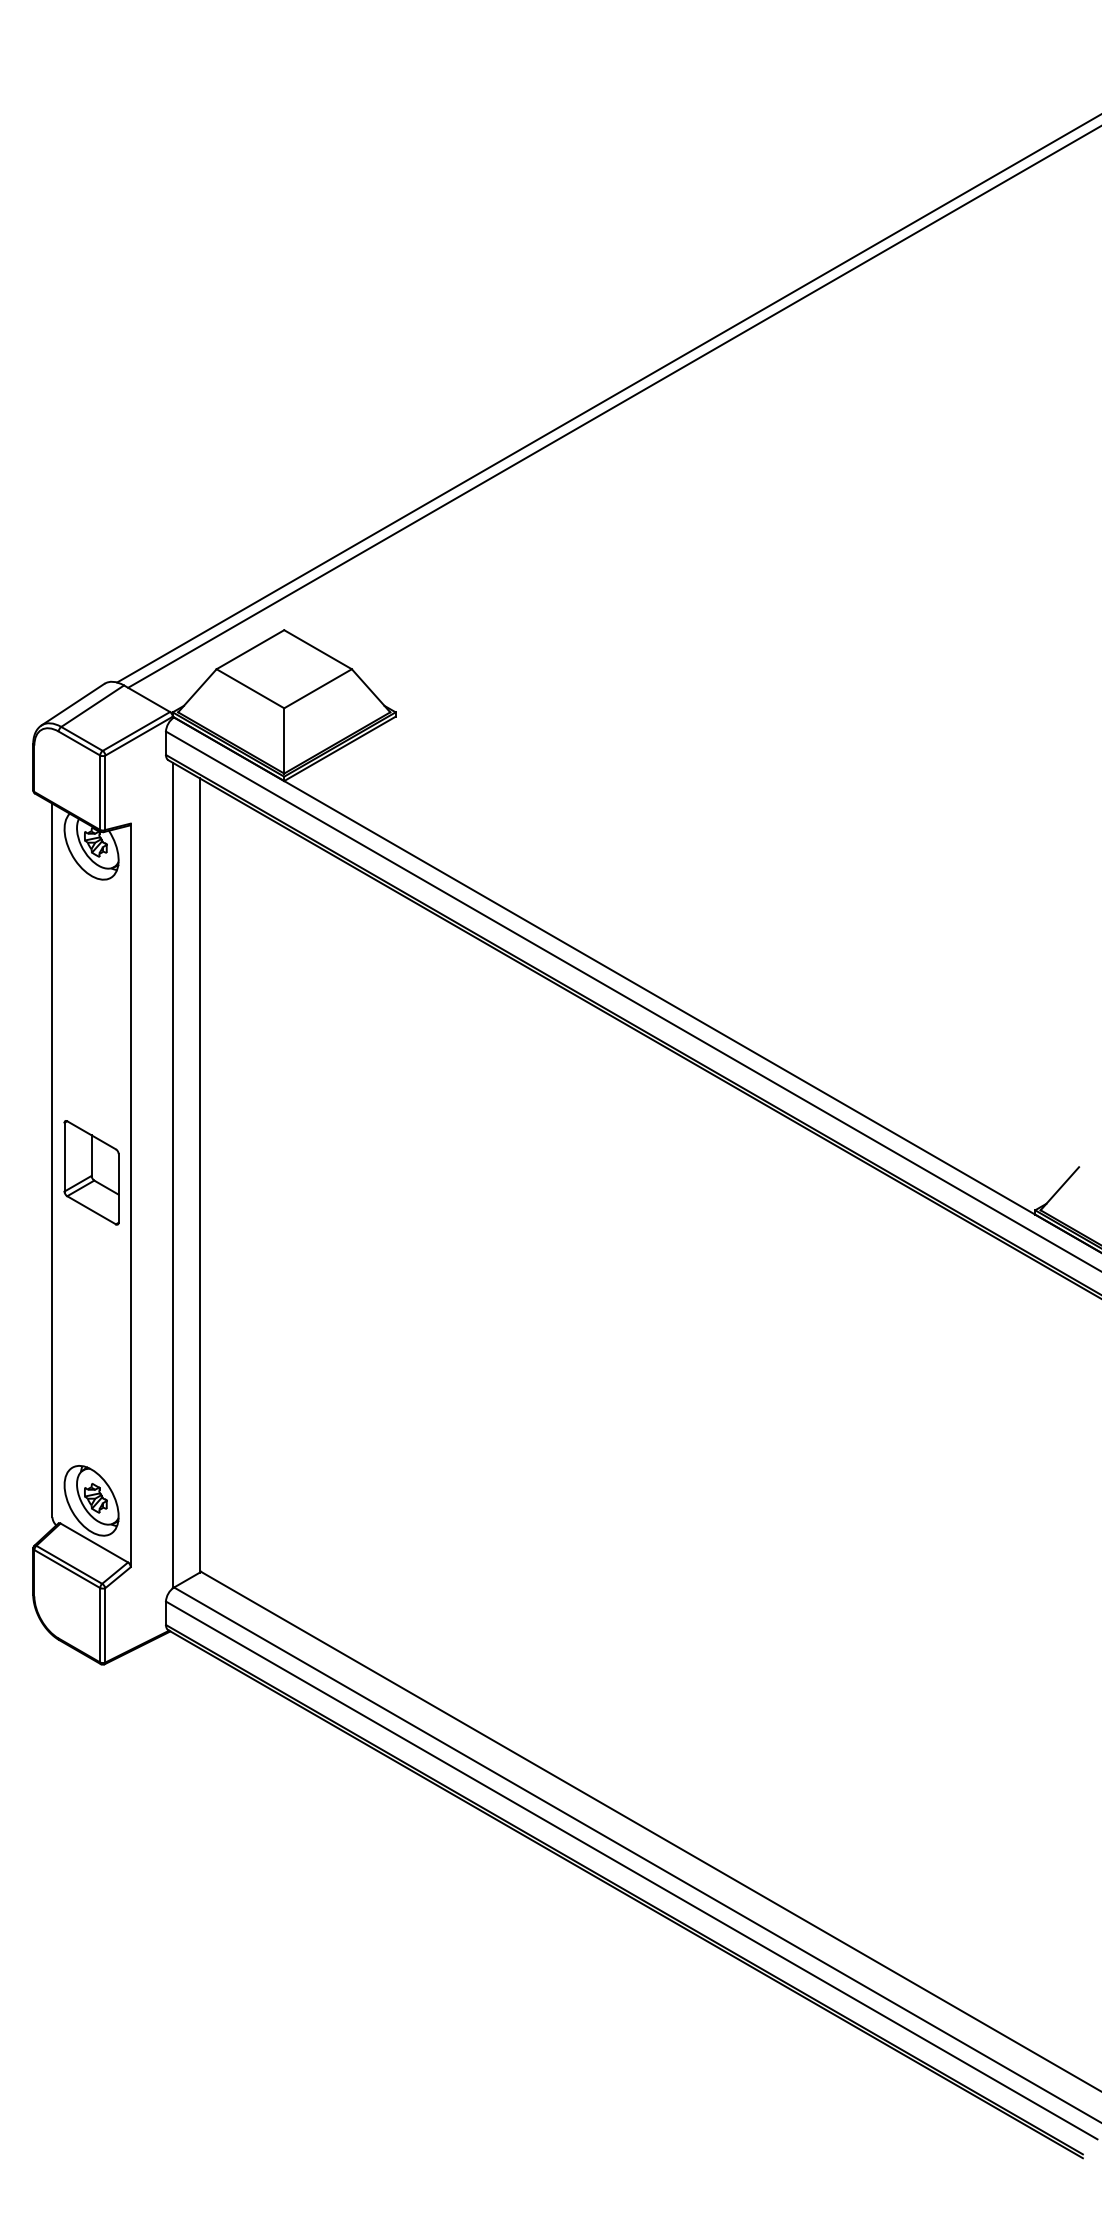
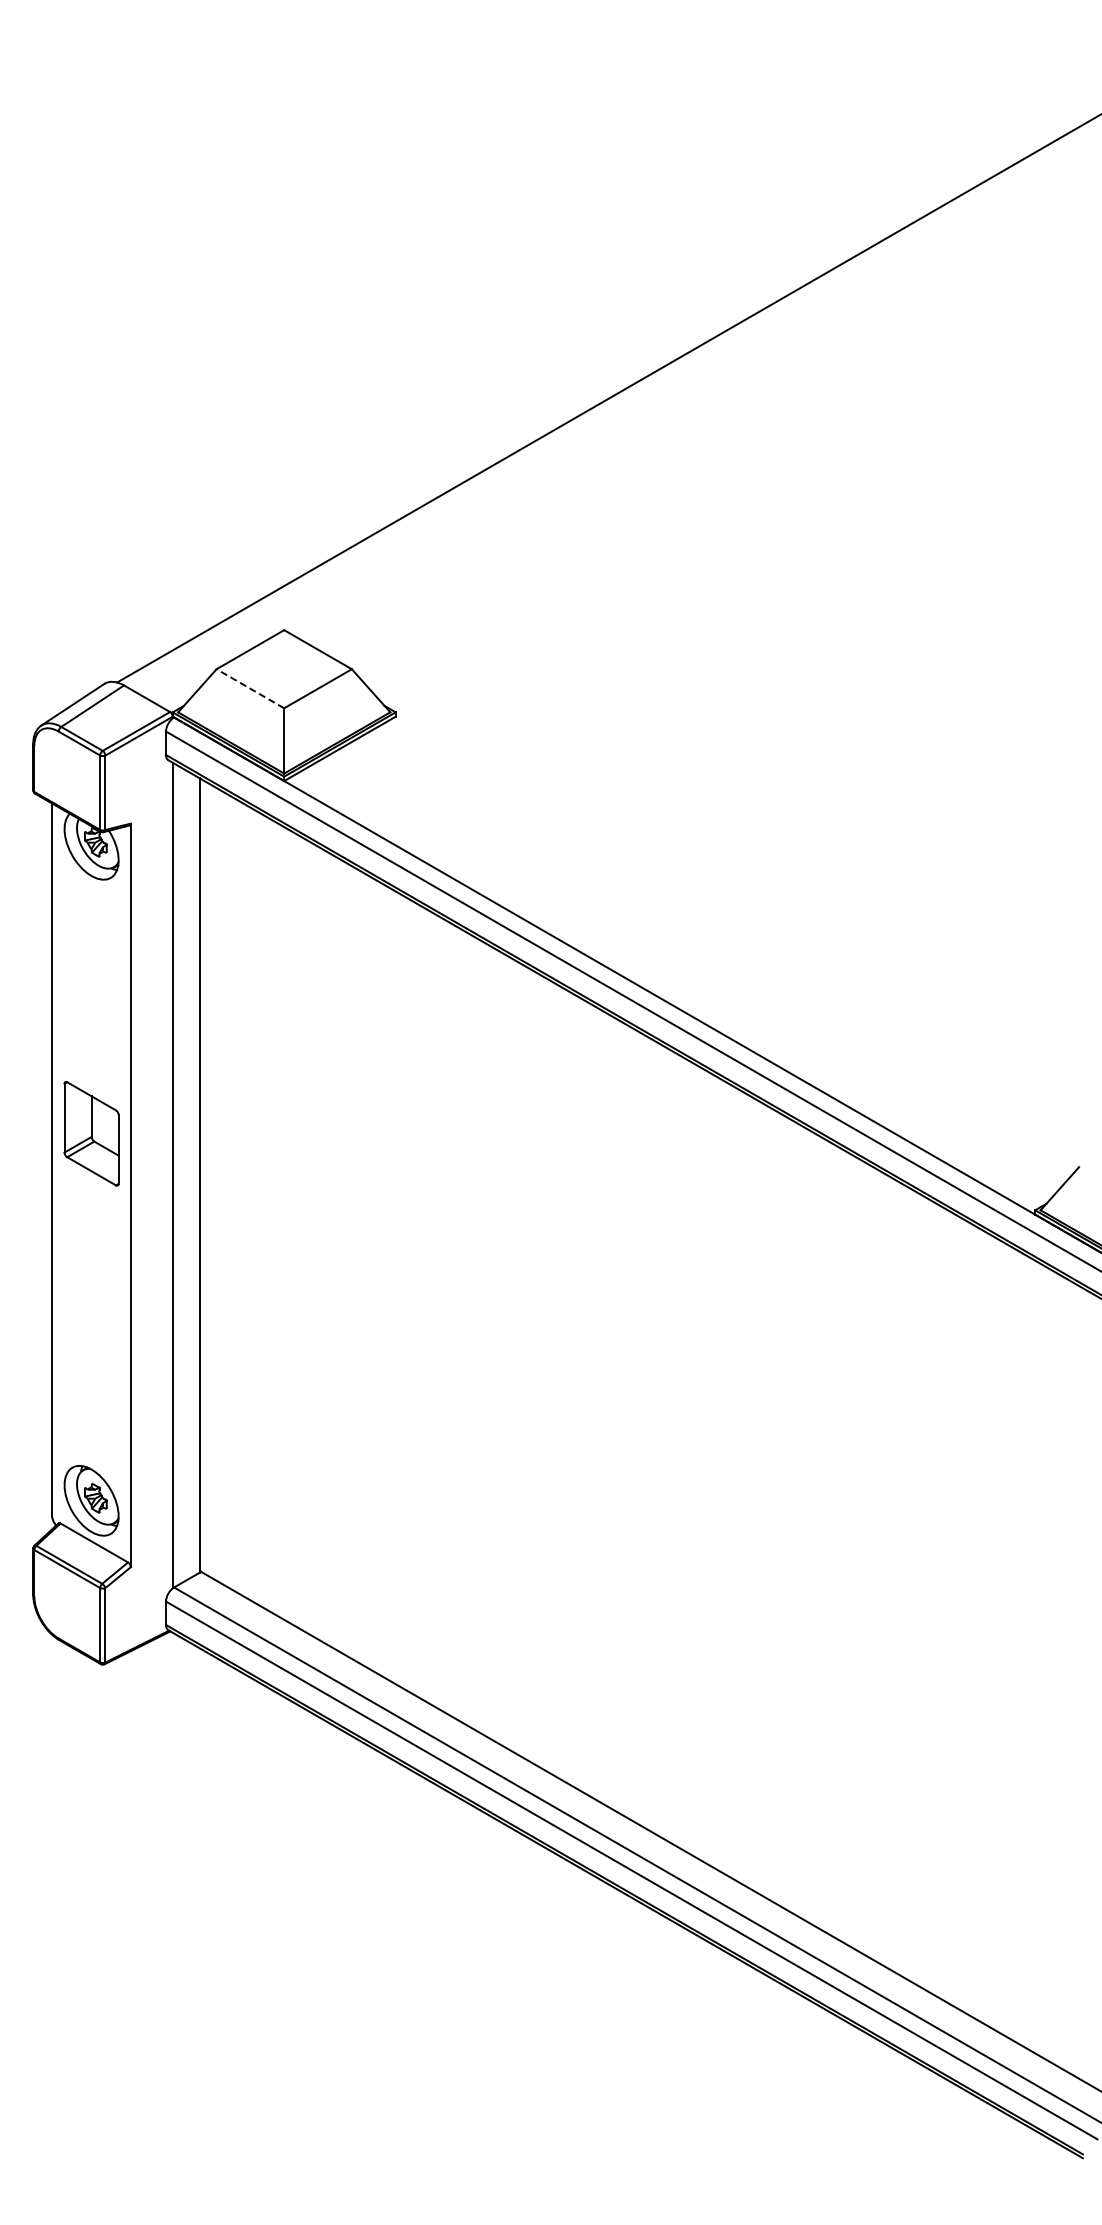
line at (613, 407): present -> none
line at (250, 688): solid -> dashed
part at (91, 1172) position: (91, 1172) -> (91, 1133)
